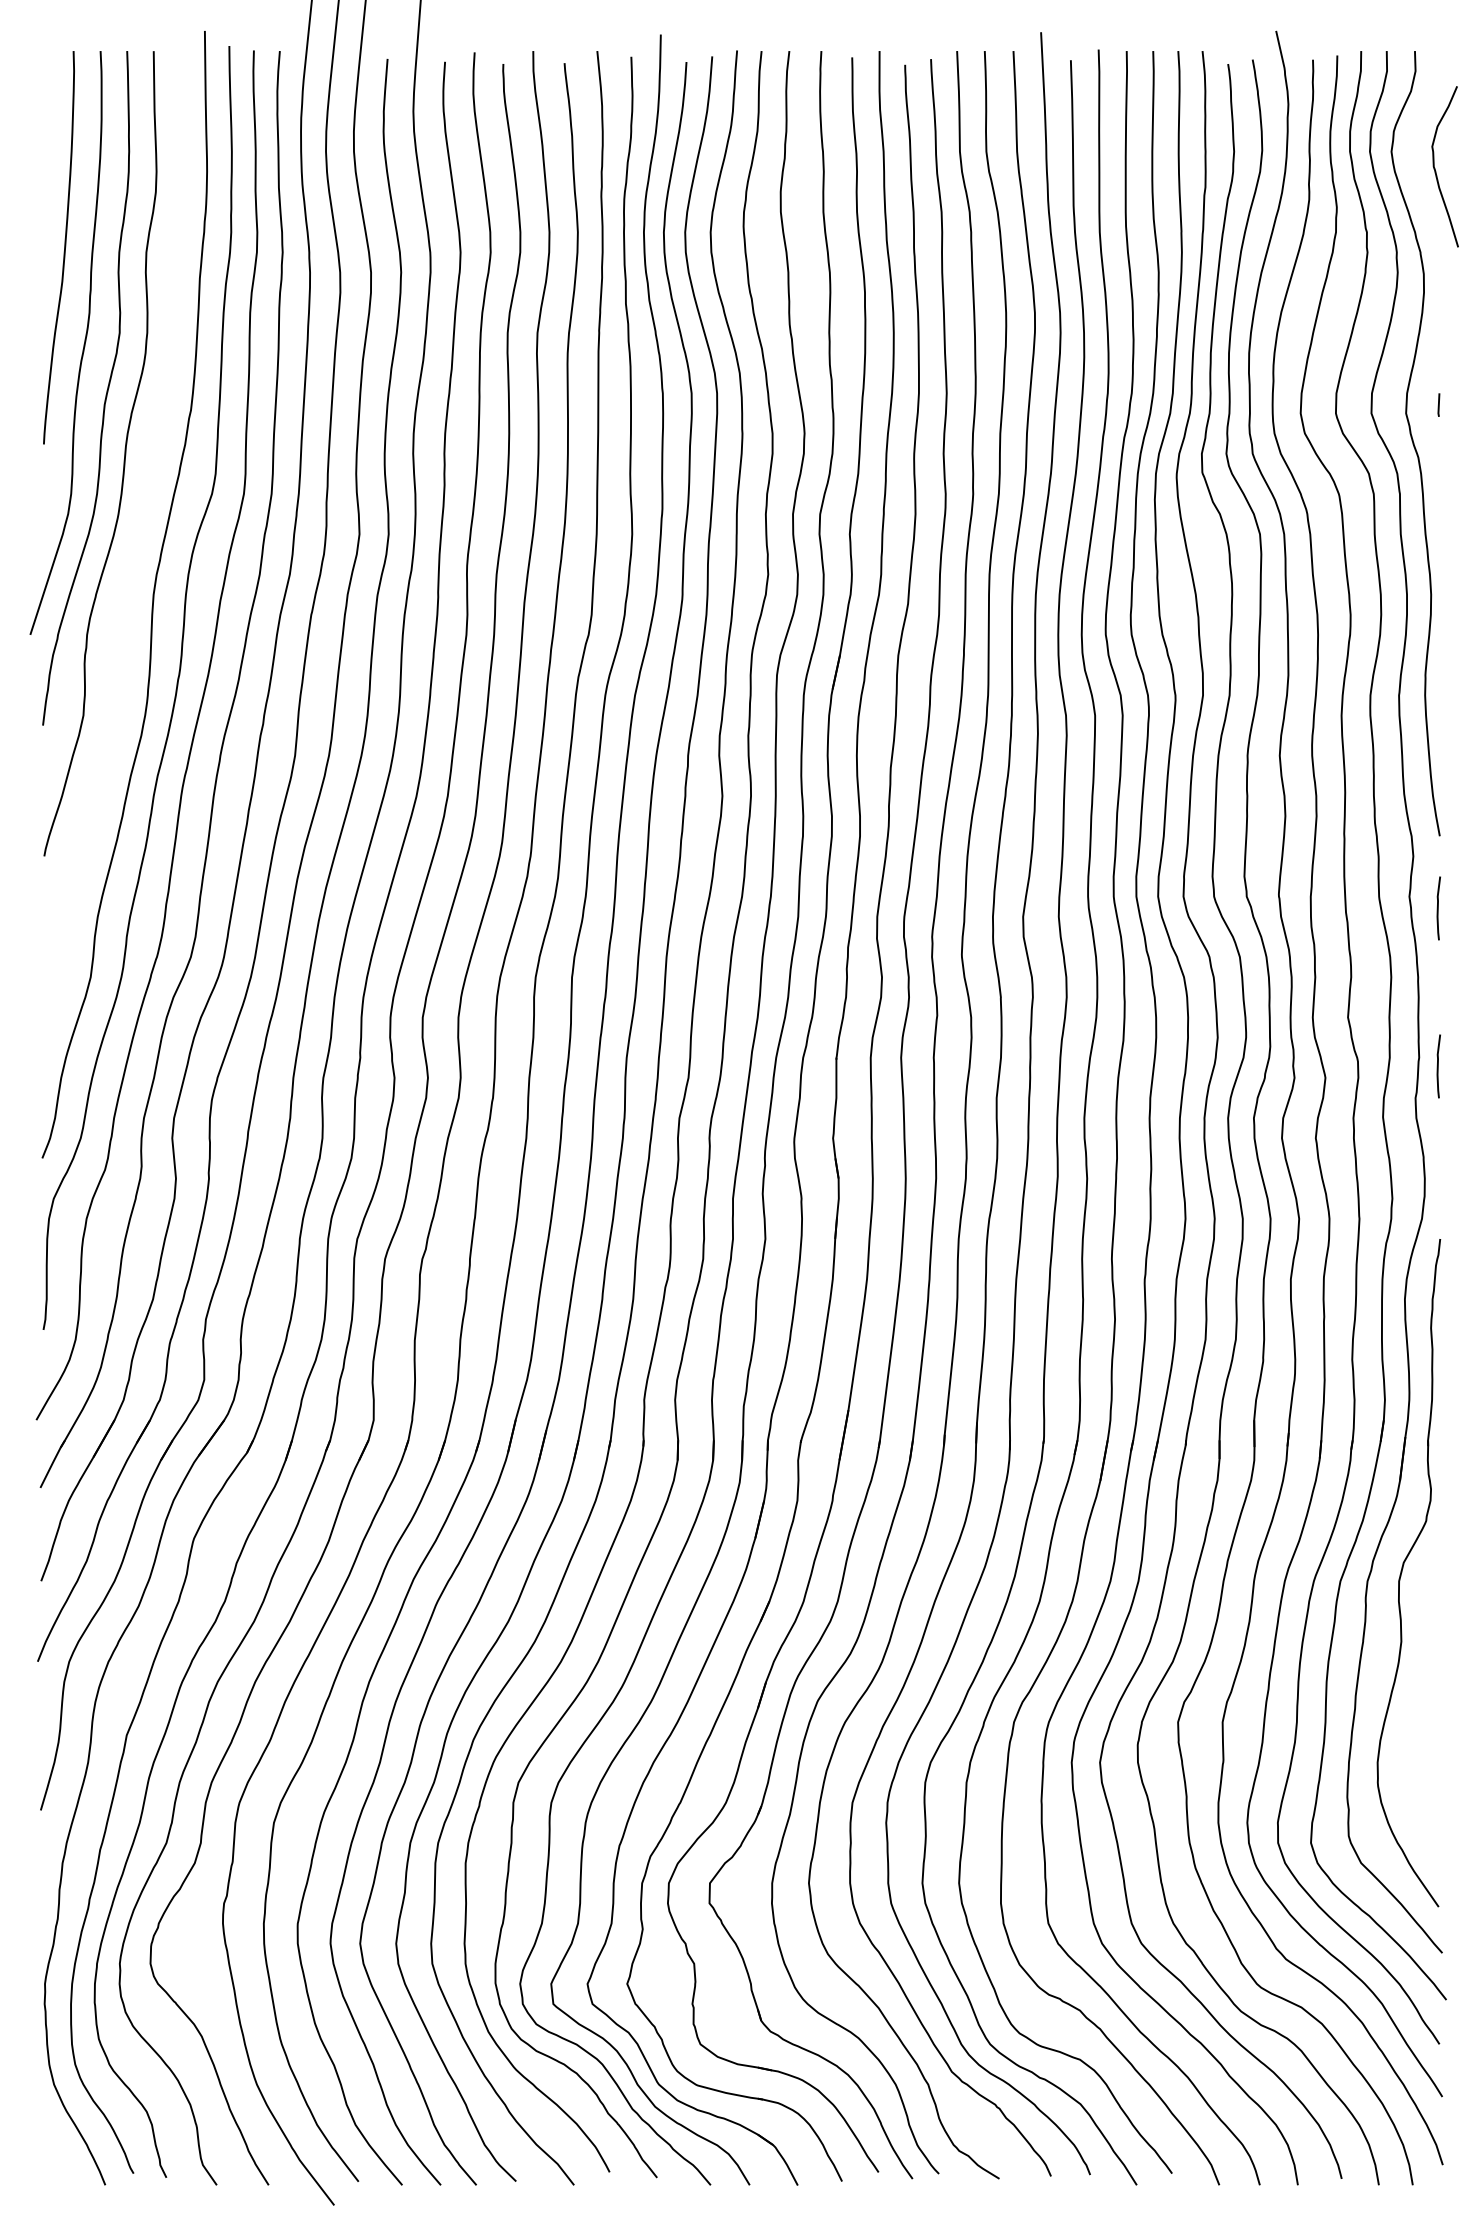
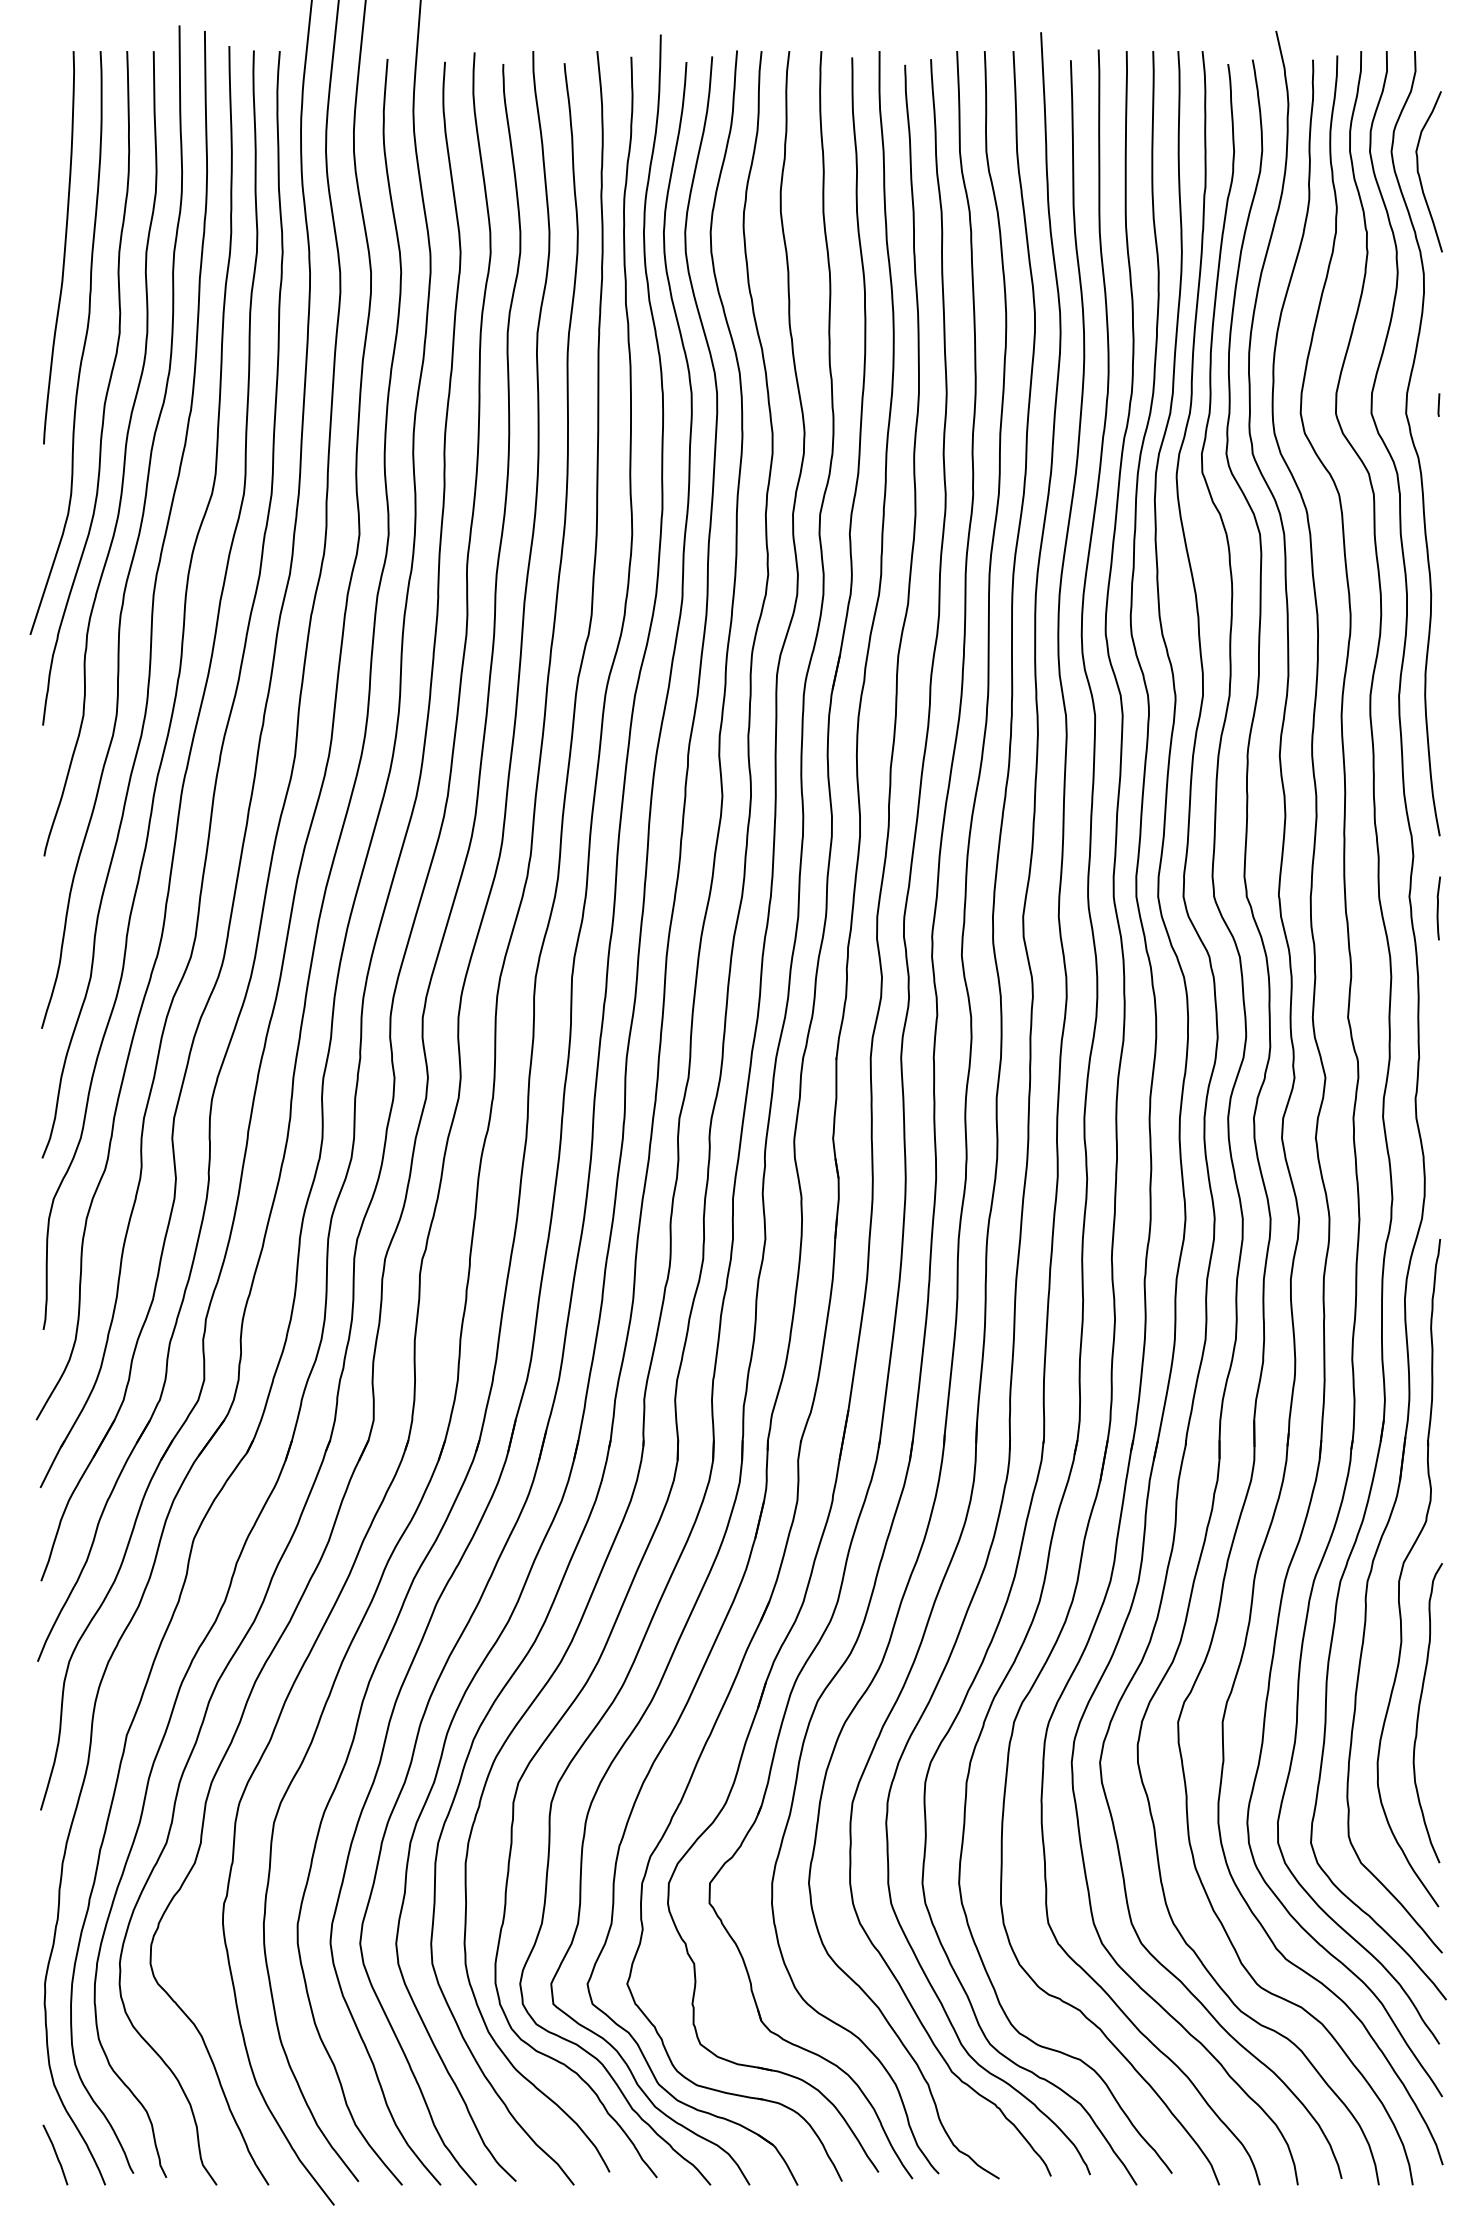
curve at (1435, 168) position: (1435, 168) -> (1419, 173)
curve at (138, 531): none -> present
curve at (1438, 1066): present -> none
curve at (1419, 1713): none -> present
line at (55, 2154): none -> present
